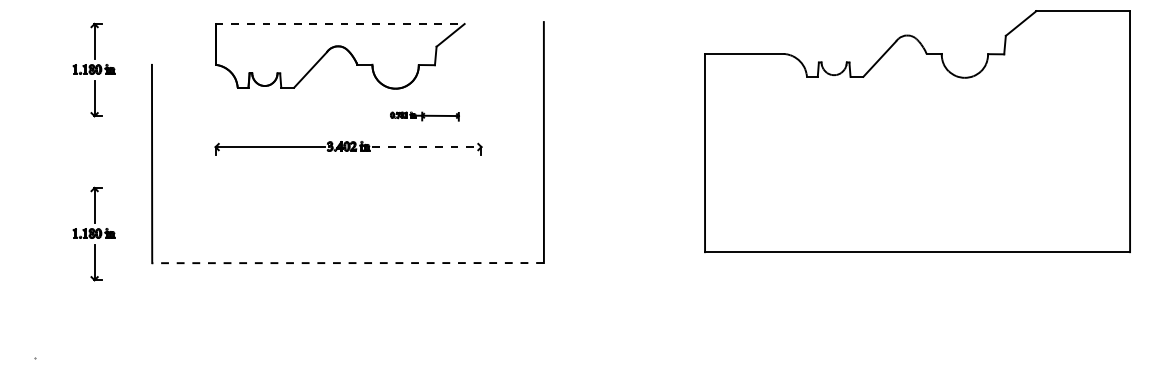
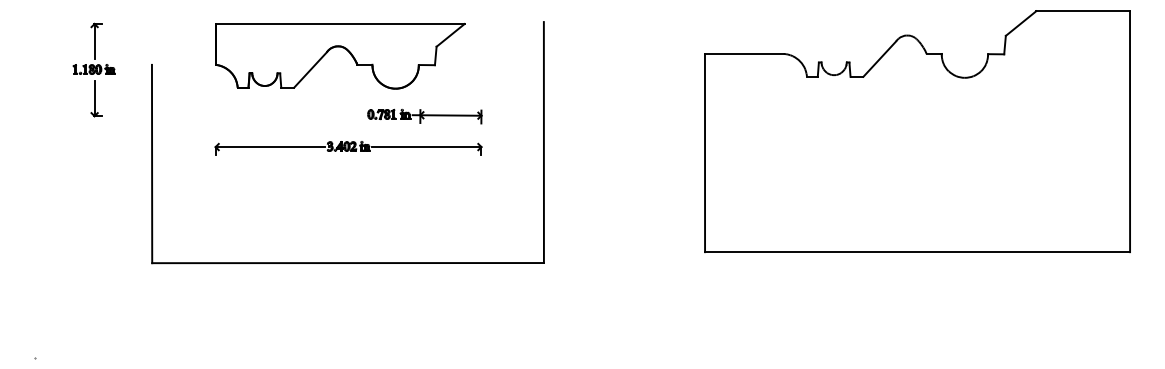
line at (340, 24): dashed -> solid
part at (424, 116) size: 70x11 px -> 116x17 px
line at (426, 147): dashed -> solid
part at (93, 233): present -> none
line at (348, 263): dashed -> solid
